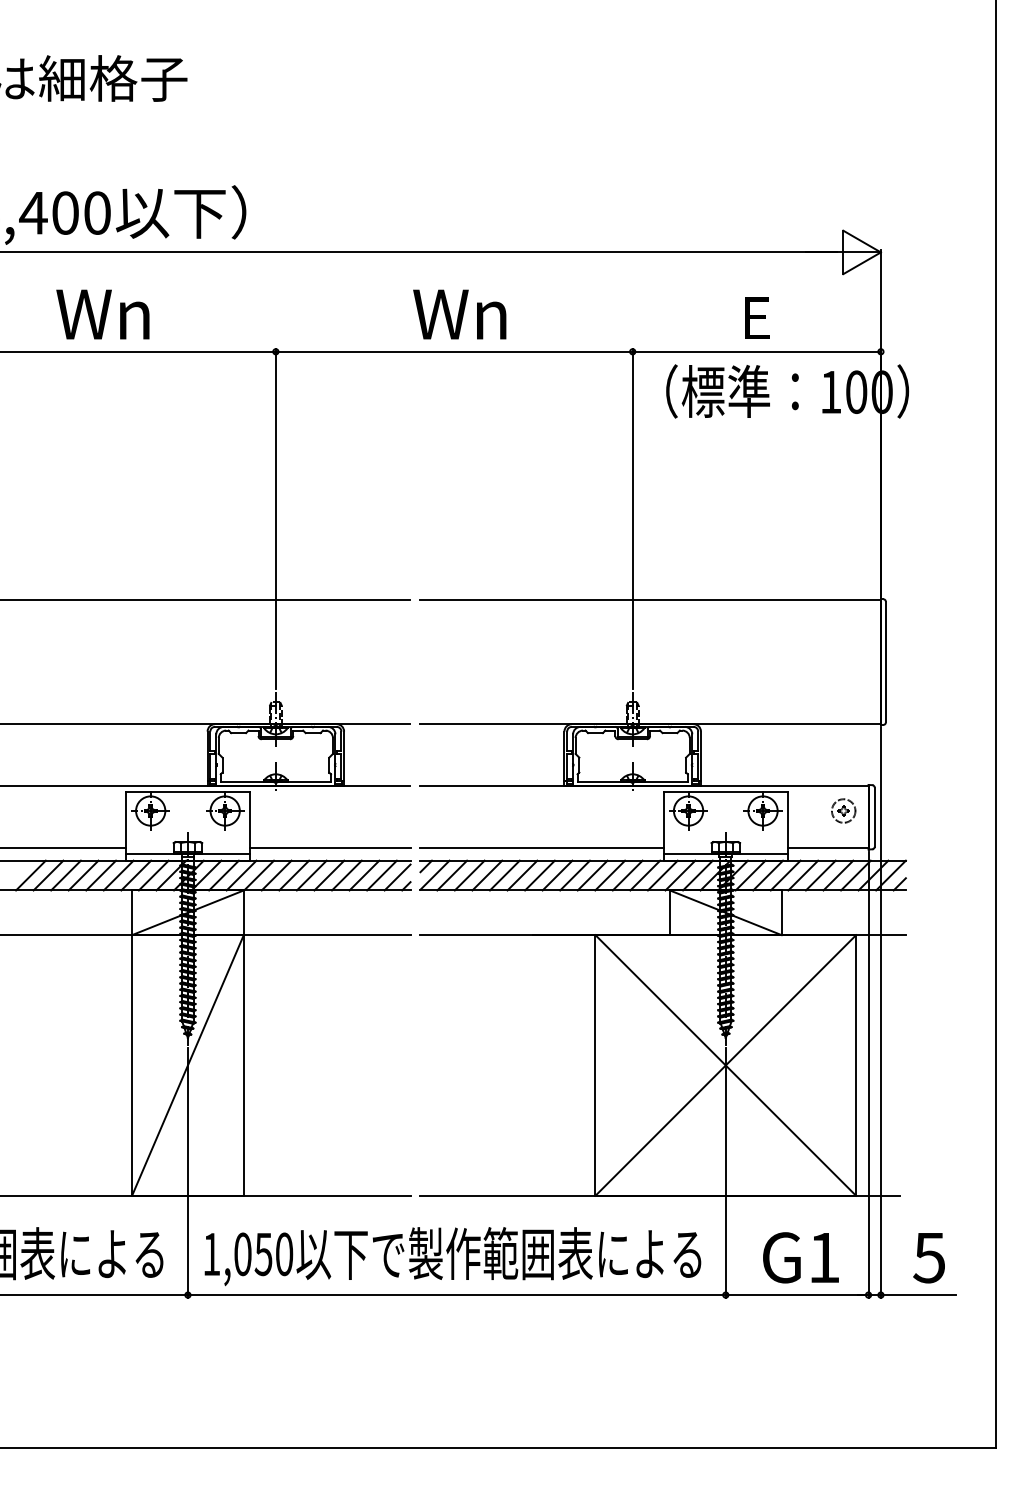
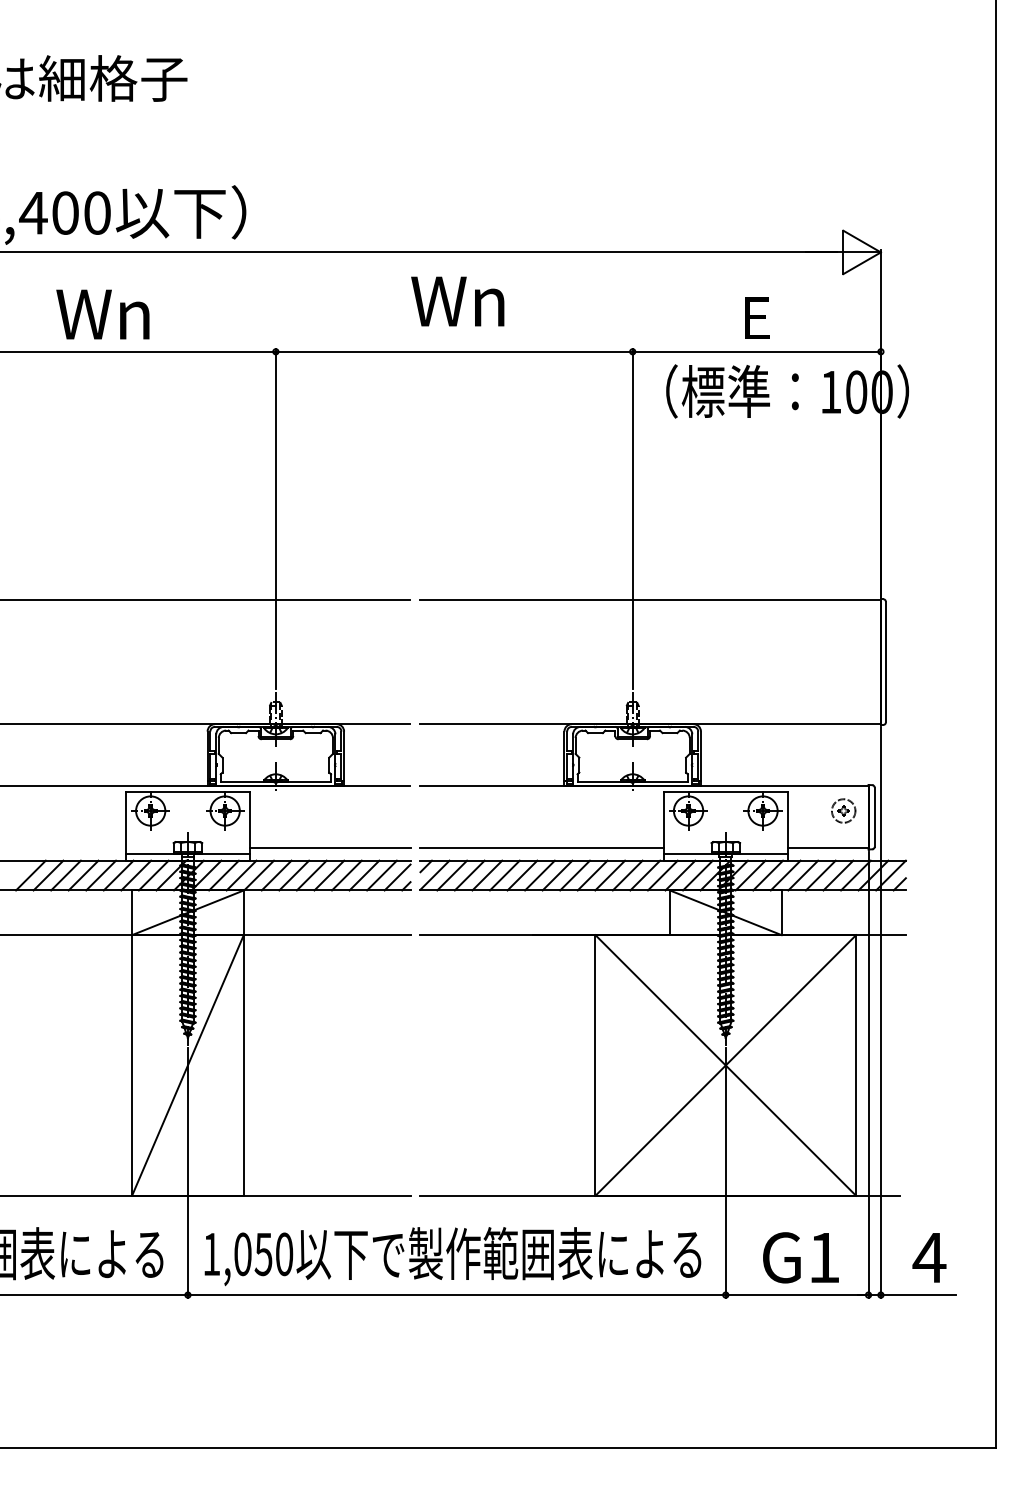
text at (459, 314) position: (459, 314) -> (457, 301)
line at (63, 848): present -> none
text at (929, 1258): 5 -> 4
